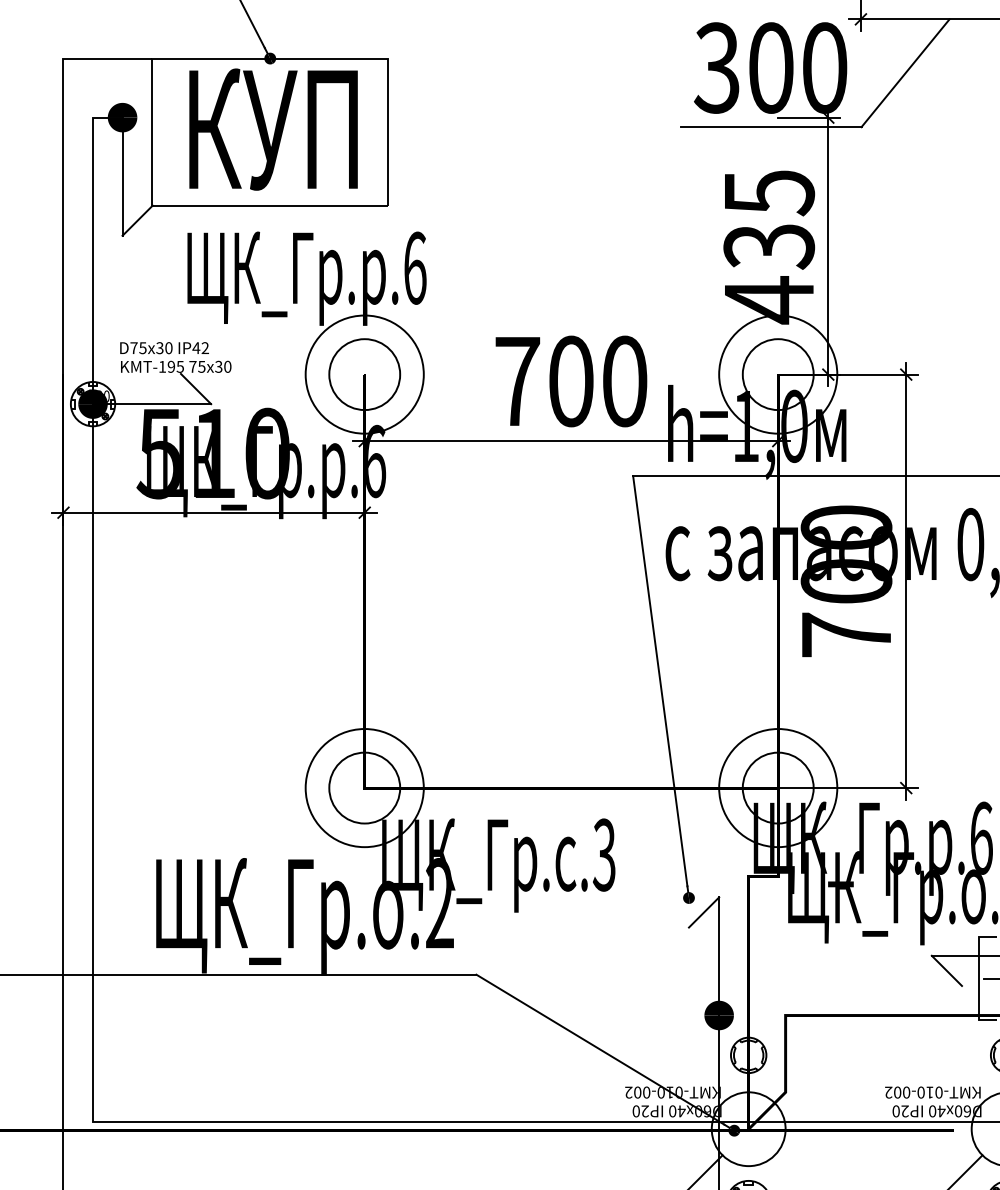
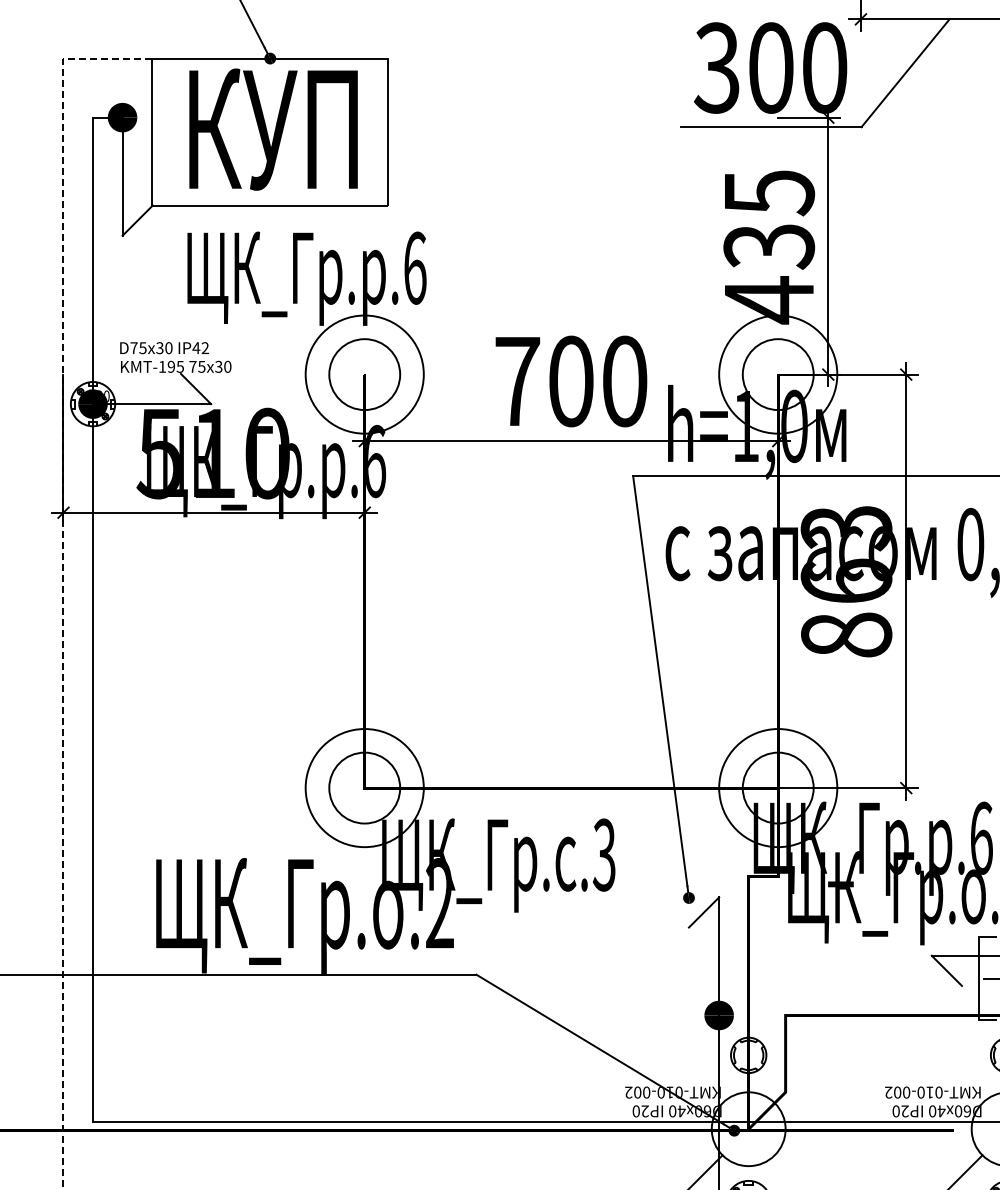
line at (63, 579): solid -> dashed
text at (846, 581): 700 -> 863
